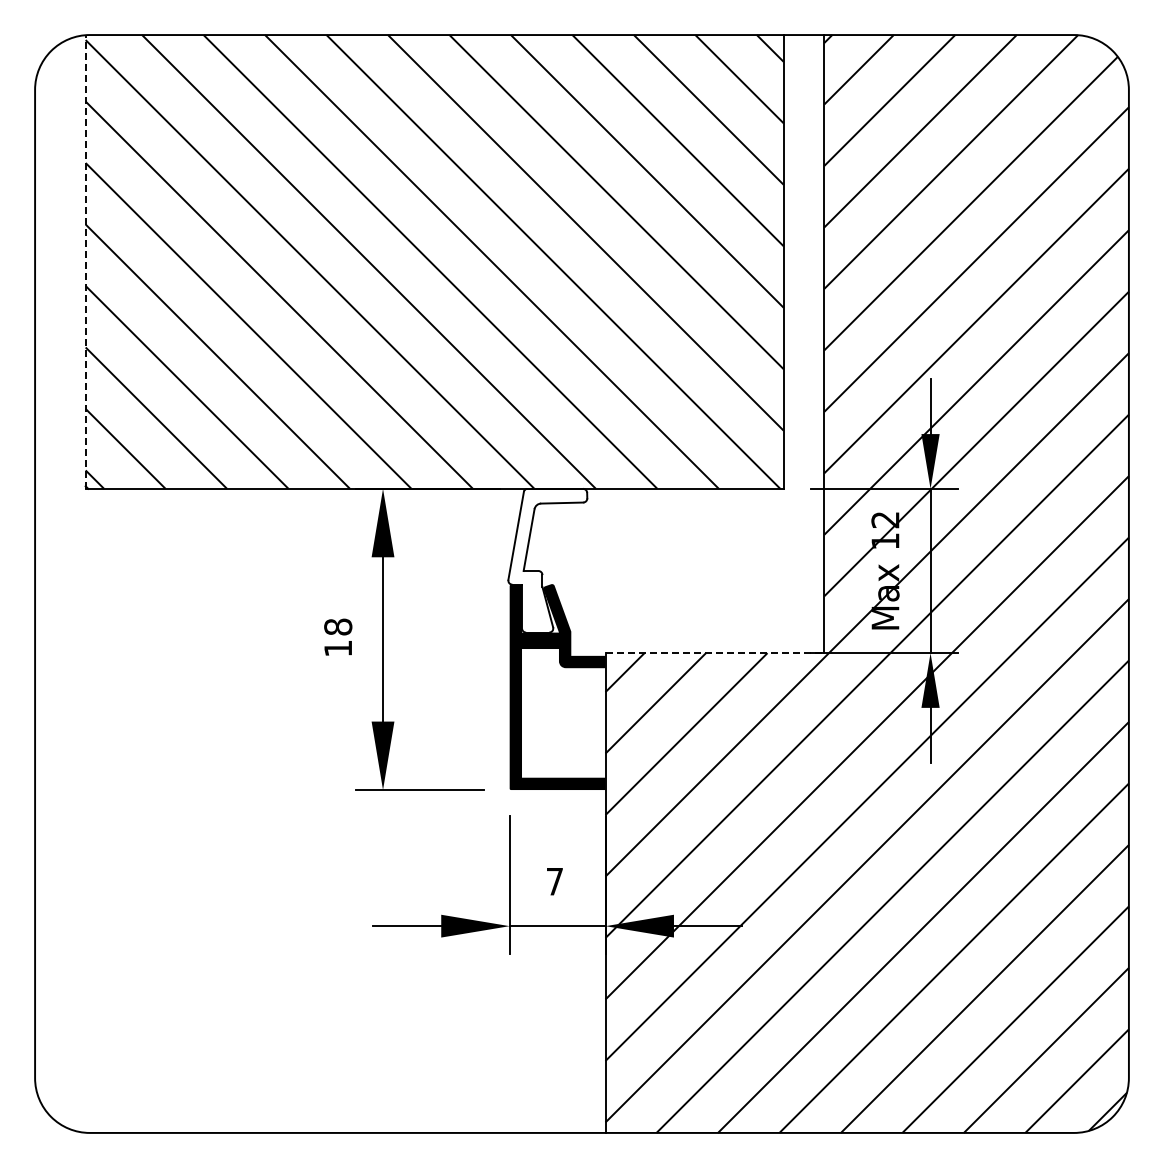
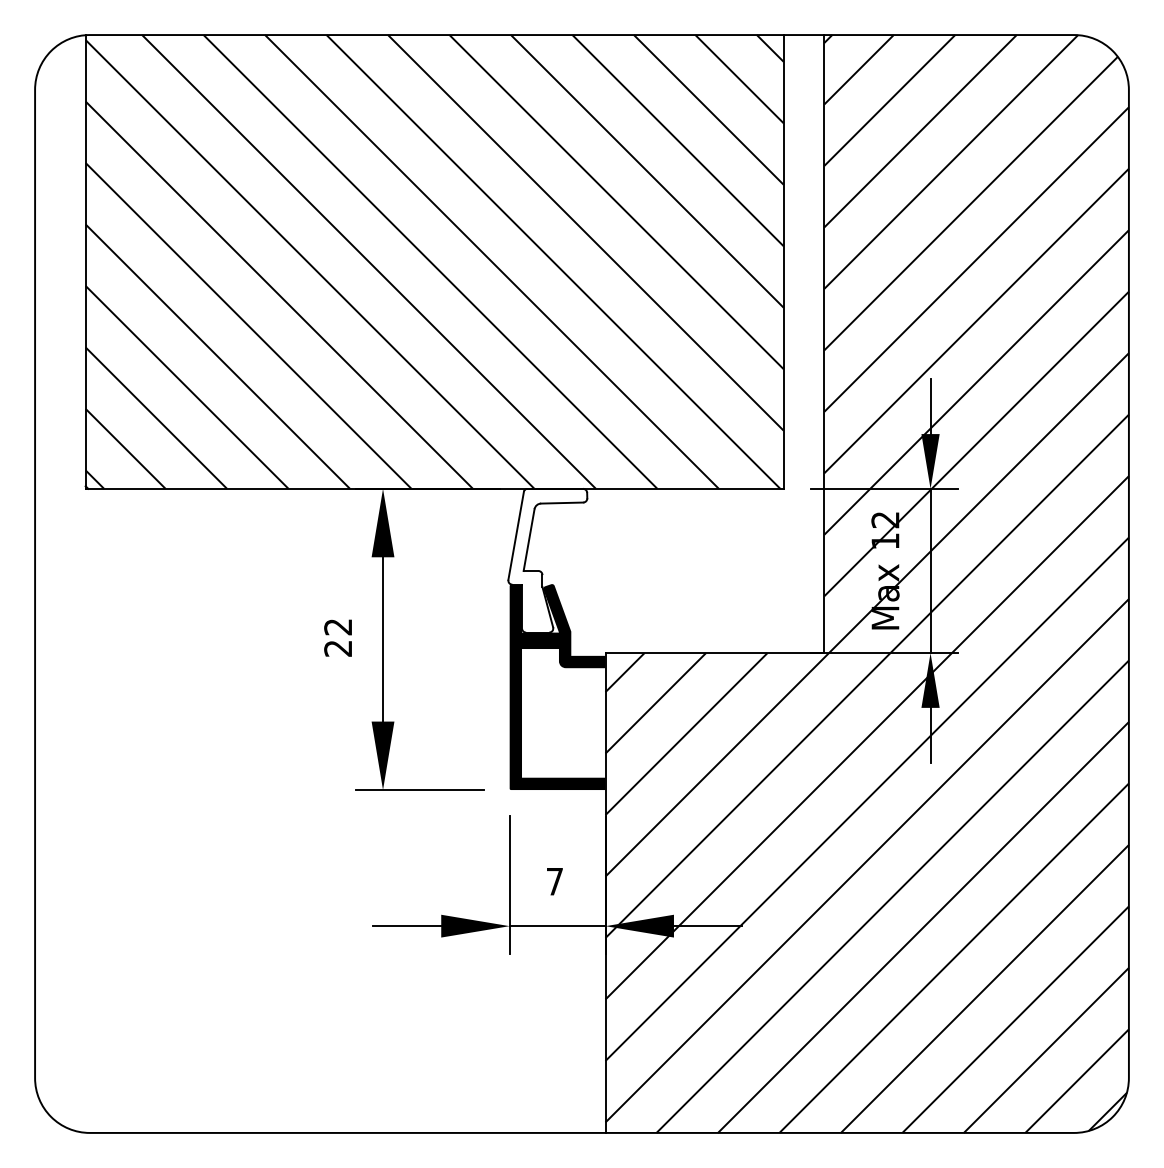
line at (85, 262): dashed -> solid
text at (338, 637): 18 -> 22
line at (715, 653): dashed -> solid
